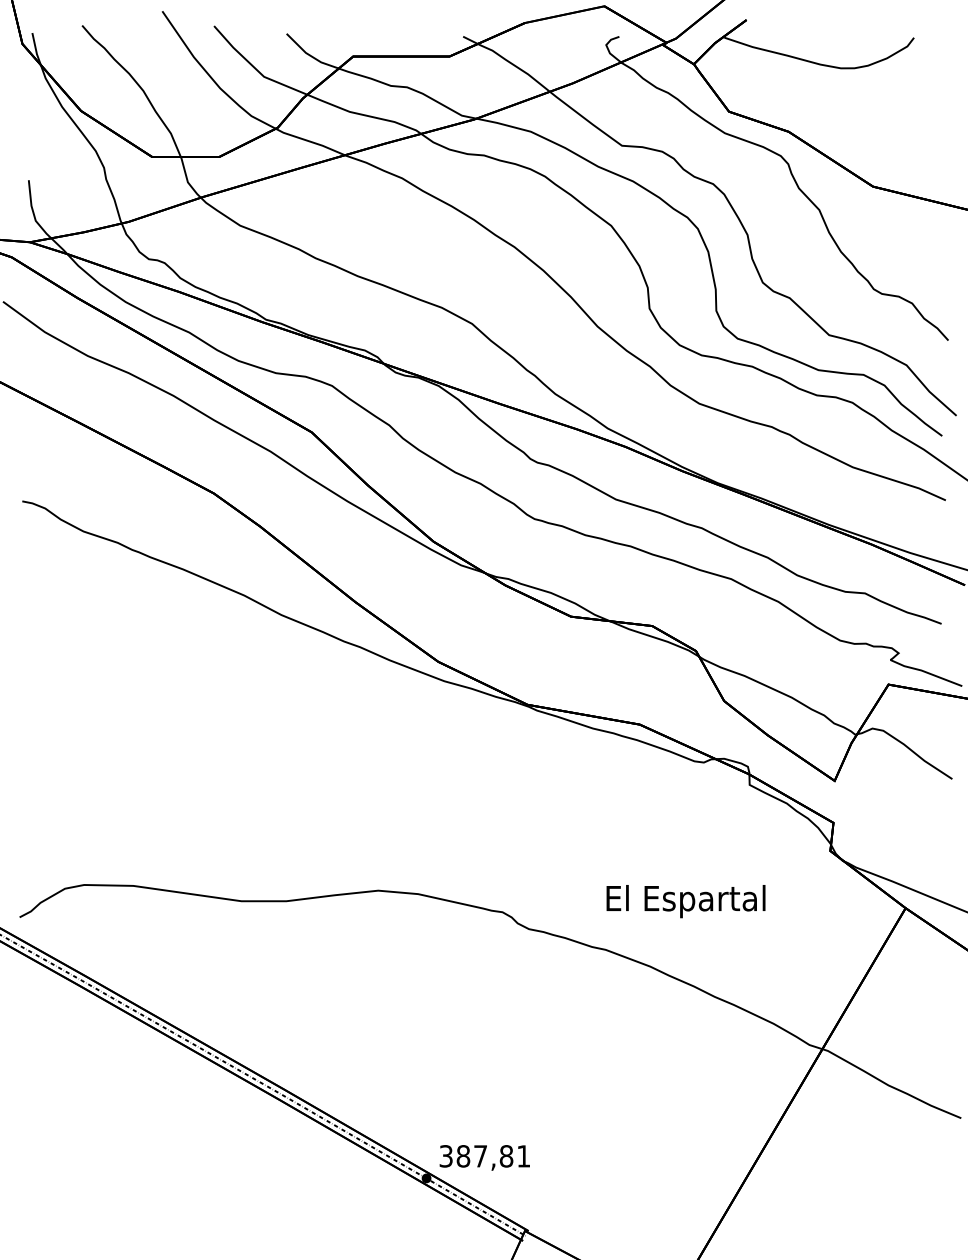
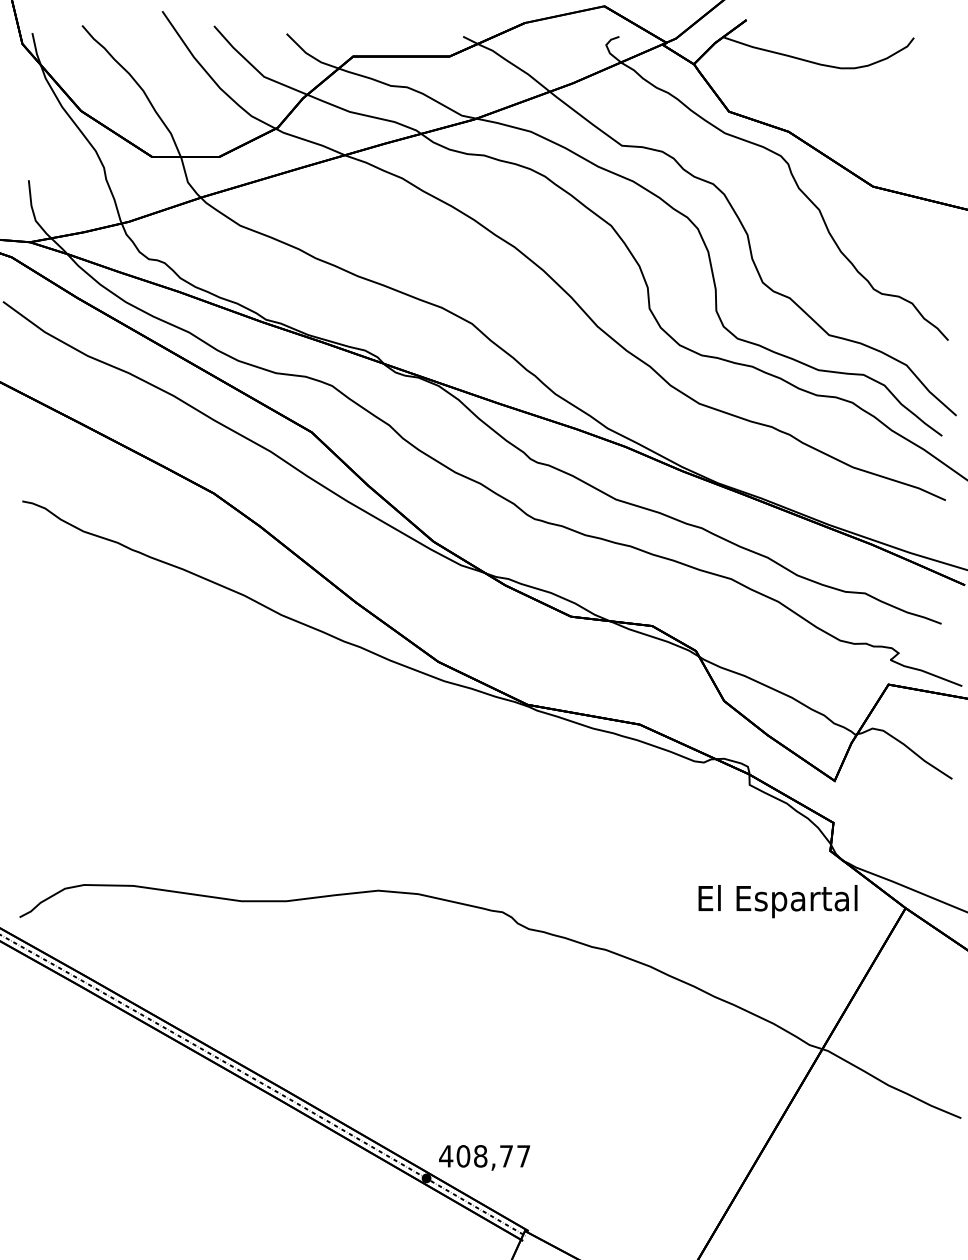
text at (685, 901) position: (685, 901) -> (777, 901)
text at (484, 1156): 387,81 -> 408,77
